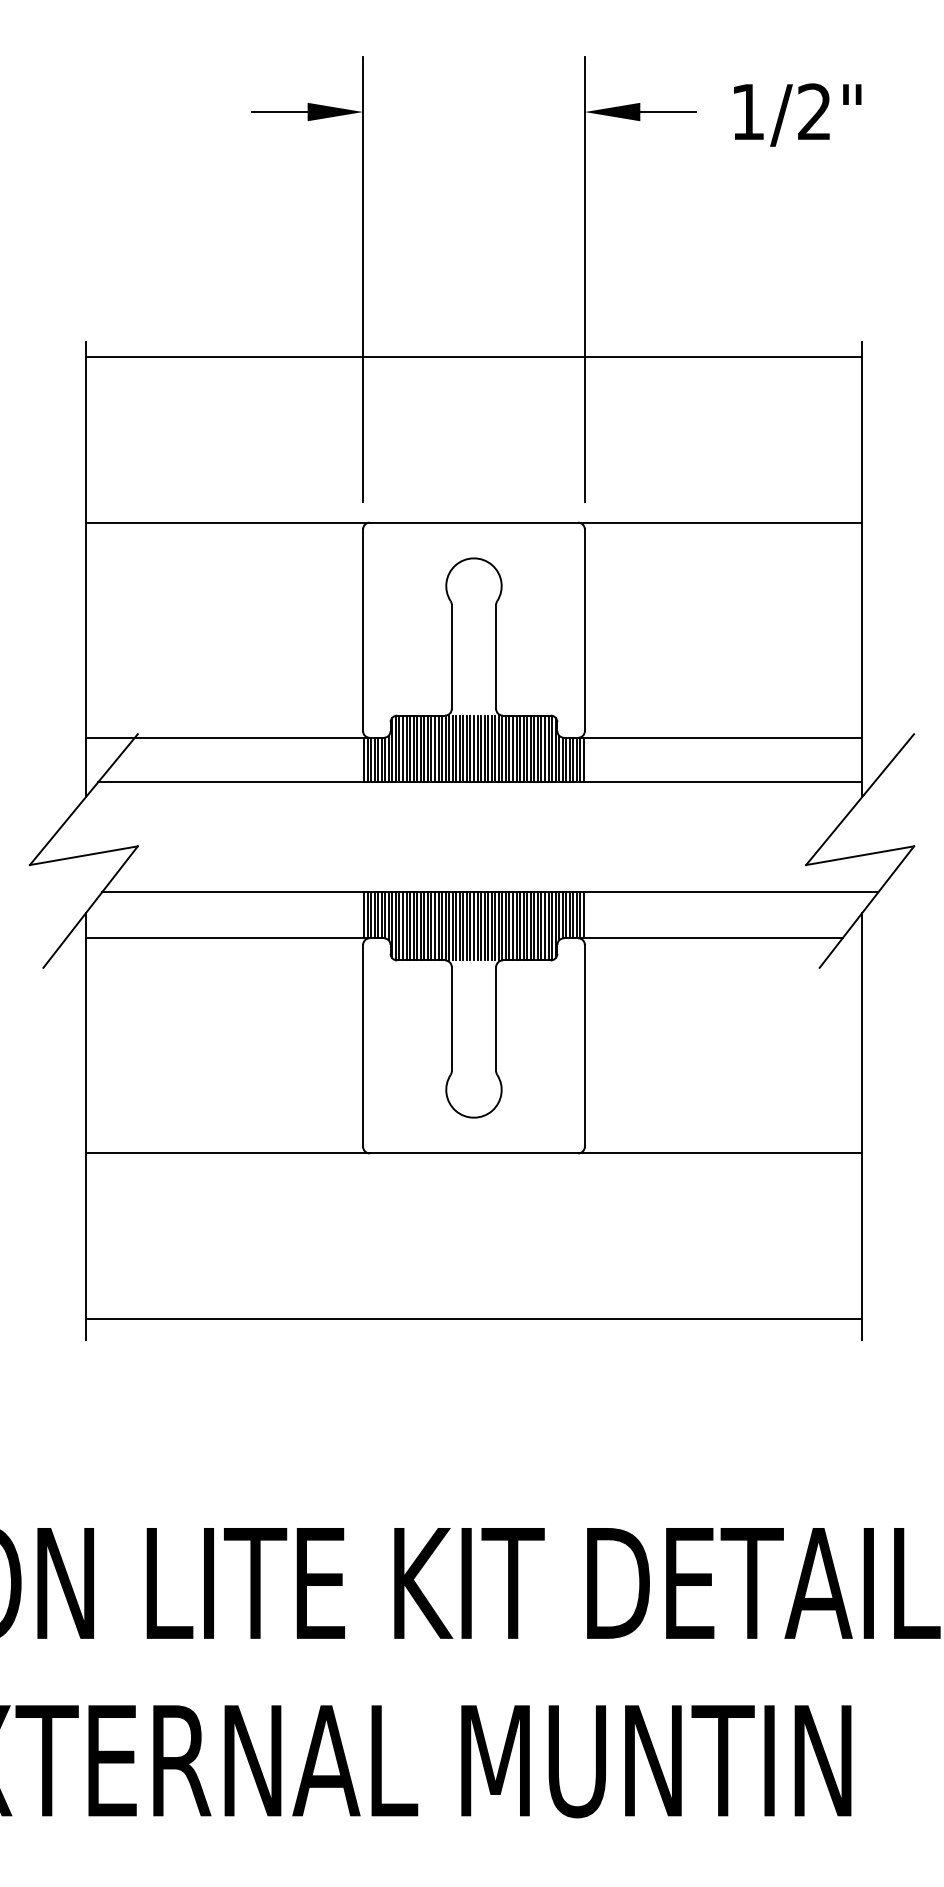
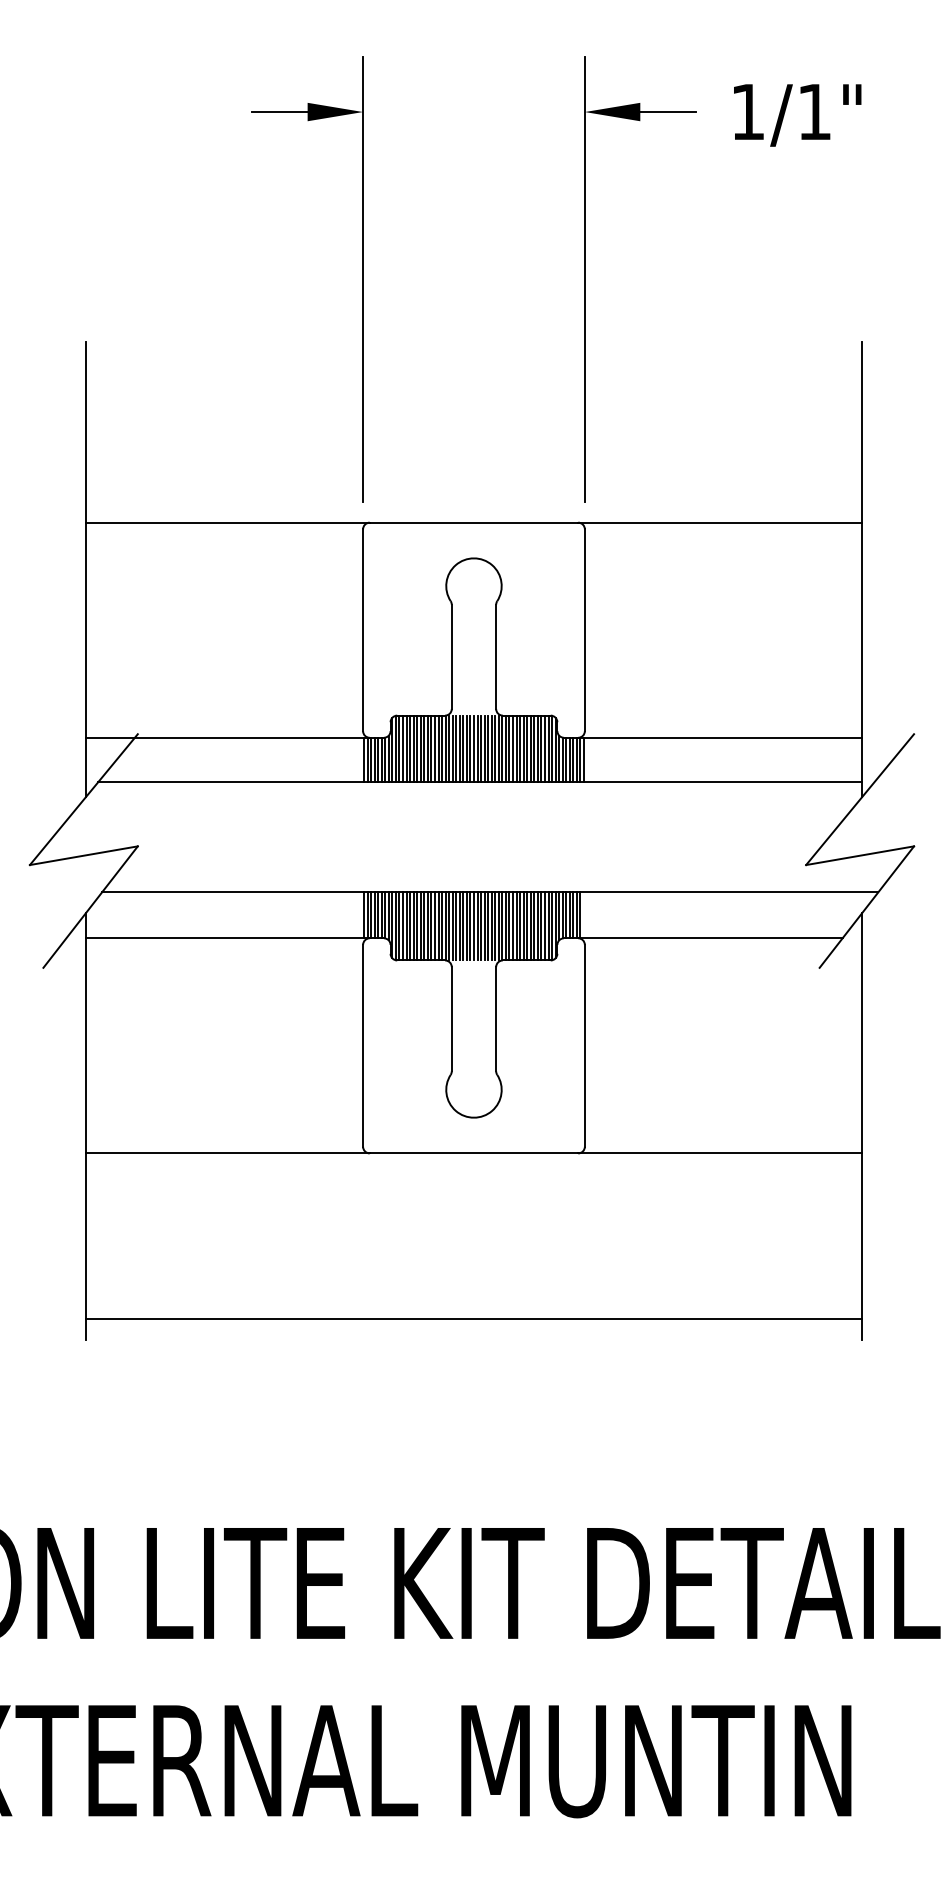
text at (814, 111): 1/2" -> 1/1"
line at (473, 356): present -> none
line at (583, 915): present -> none
